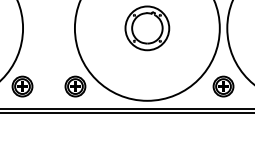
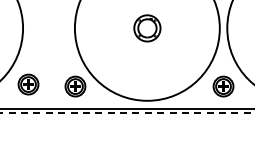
part at (147, 28) size: 47x47 px -> 29x29 px
part at (22, 86) position: (22, 86) -> (28, 84)
line at (127, 113): solid -> dashed
